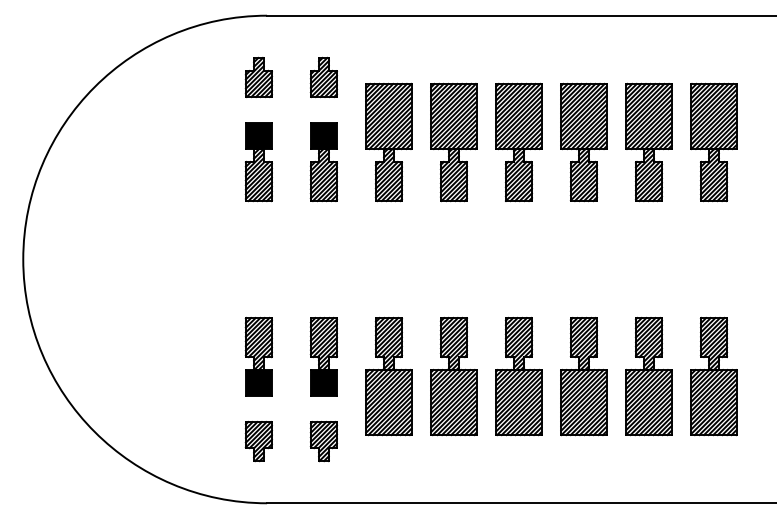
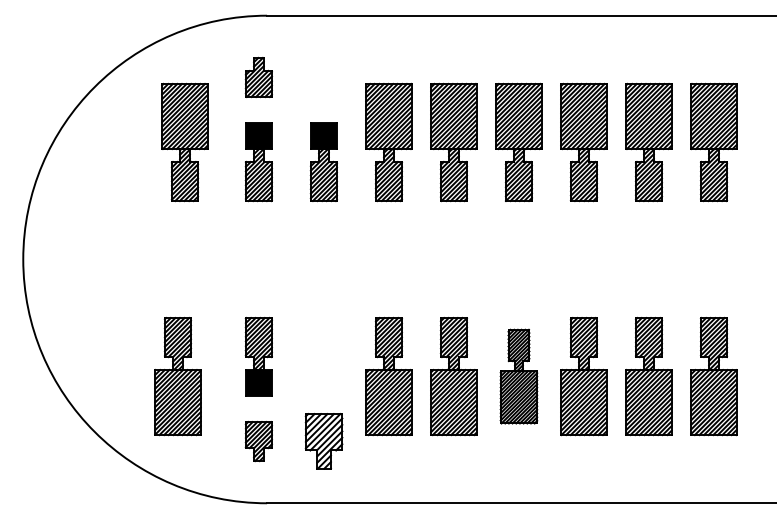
part at (323, 77): present -> none
part at (184, 142): none -> present
part at (323, 356): present -> none
part at (177, 376): none -> present
part at (518, 376) size: 48x120 px -> 40x97 px
part at (323, 441) size: 29x42 px -> 40x57 px
